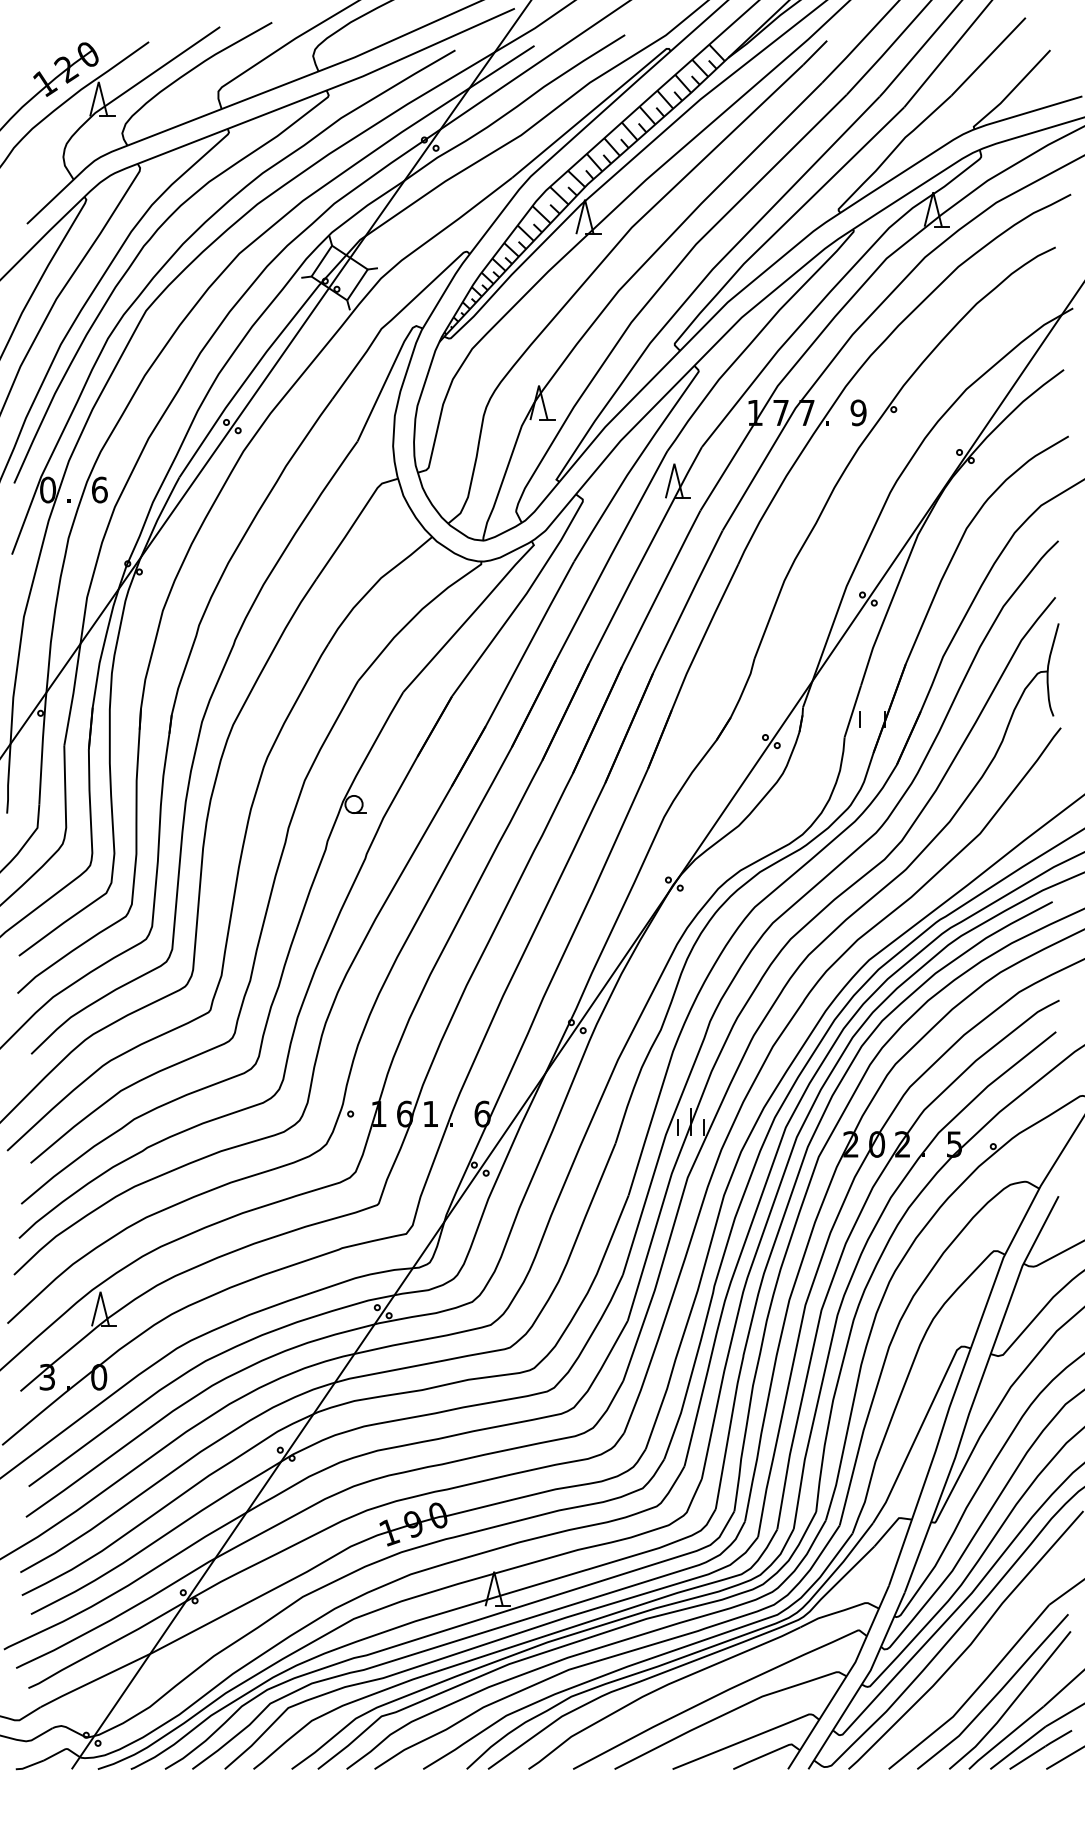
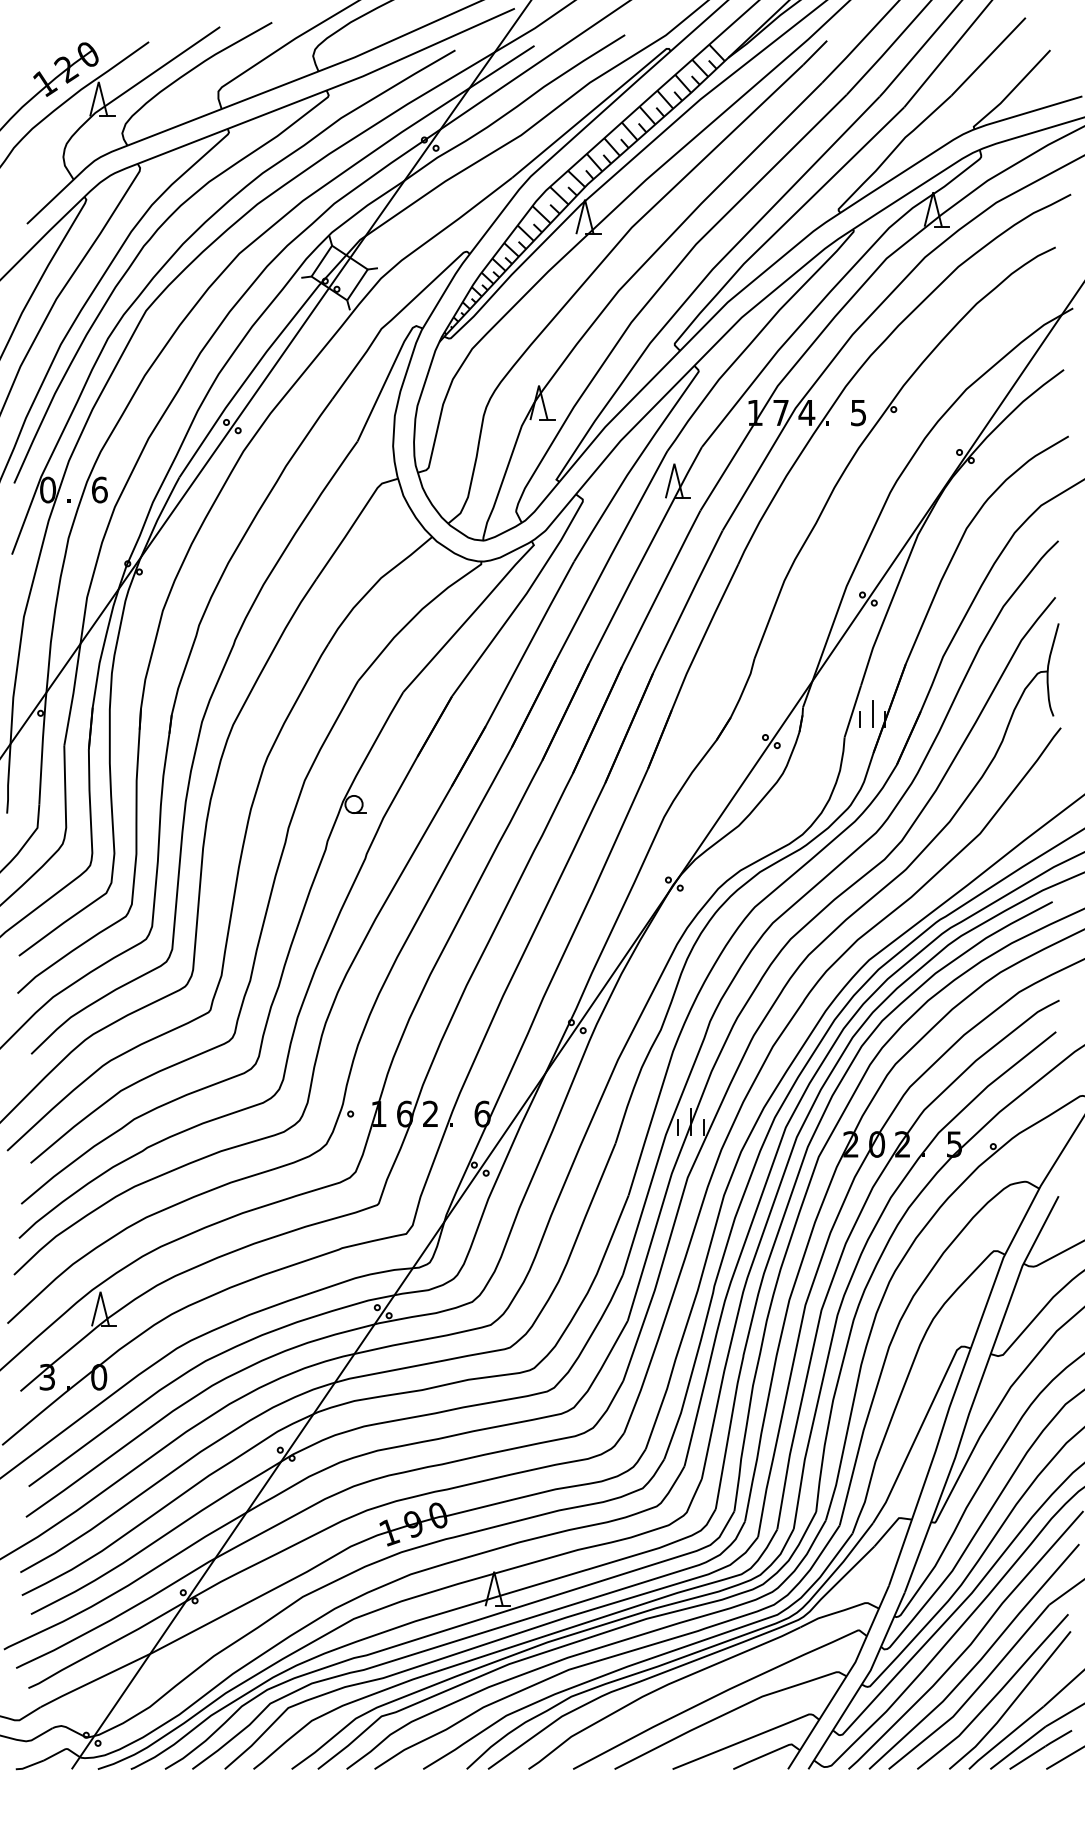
text at (806, 412): 7 -> 4
text at (858, 412): 9 -> 5
line at (872, 713): none -> present
text at (430, 1113): 1 -> 2
curve at (978, 1660): none -> present
